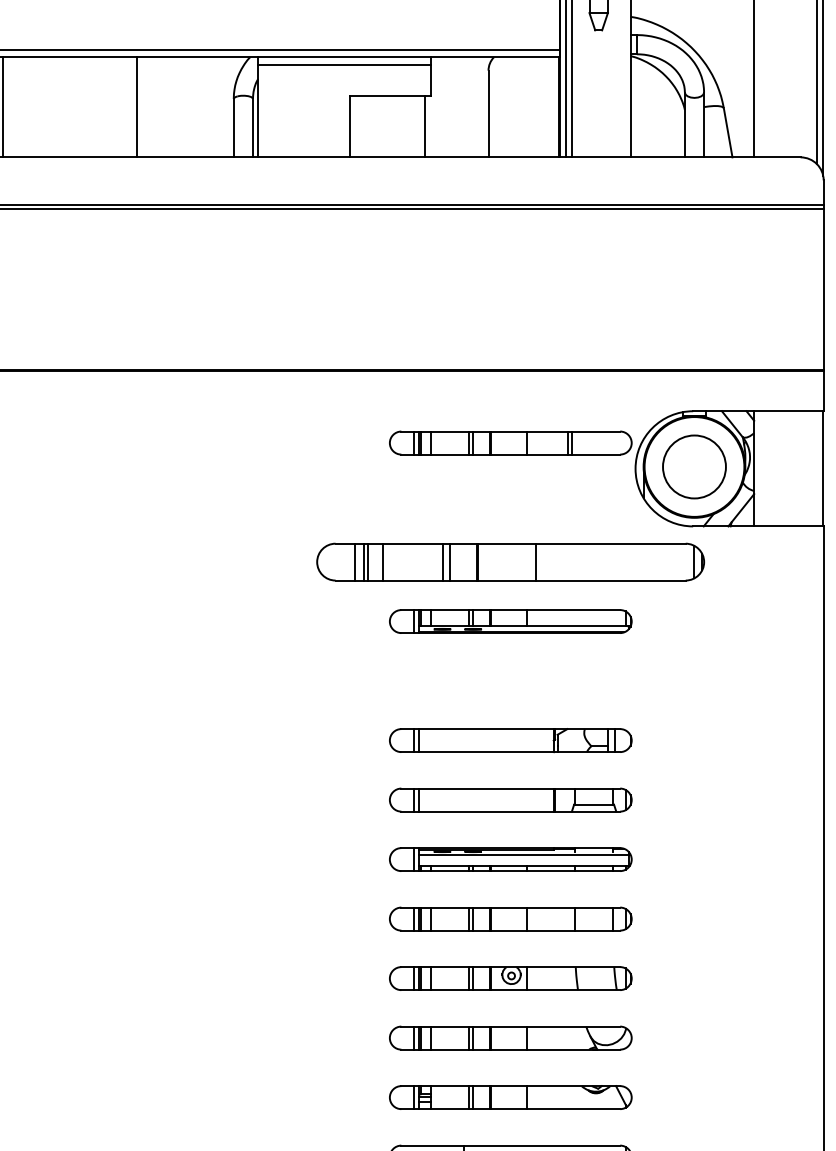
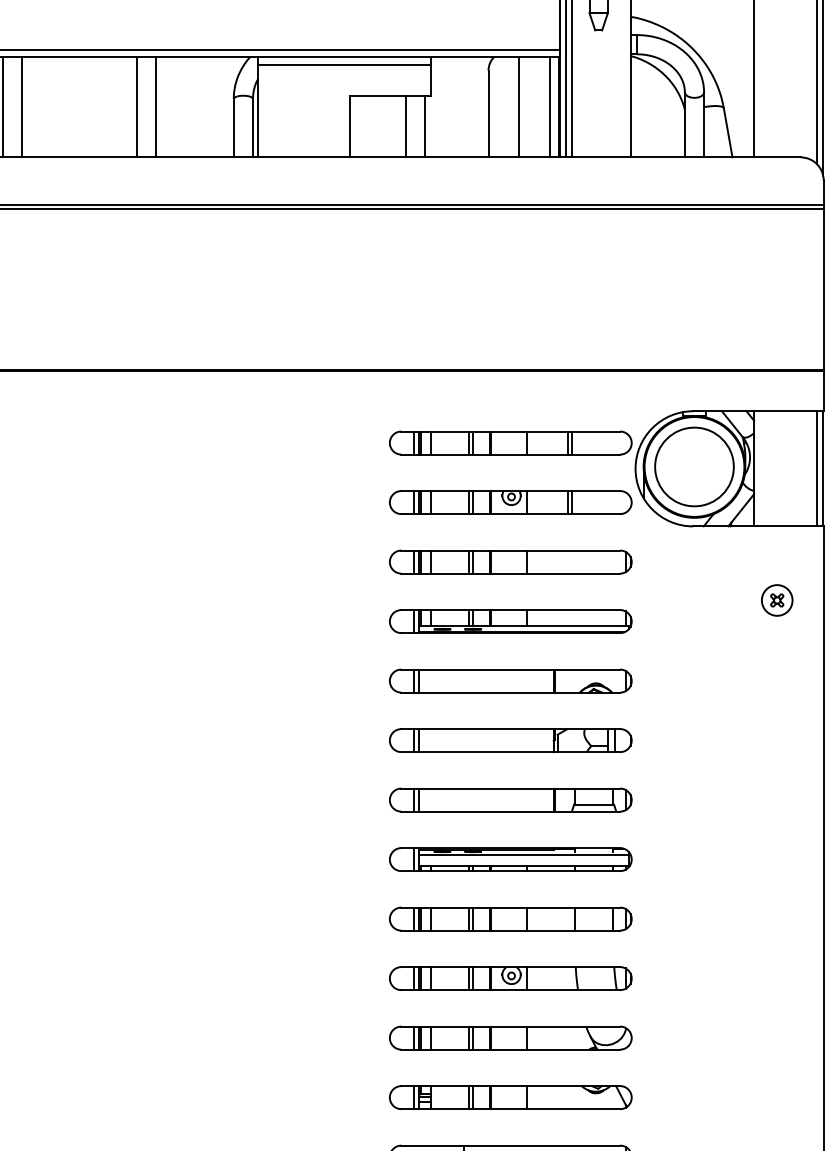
line at (22, 107): none -> present
line at (156, 107): none -> present
line at (519, 107): none -> present
line at (549, 107): none -> present
line at (405, 126): none -> present
circle at (694, 466) diameter: 63 px -> 79 px
line at (816, 468): none -> present
part at (510, 502): none -> present
part at (510, 561) size: 389x40 px -> 244x26 px
part at (777, 600): none -> present
part at (510, 680): none -> present
